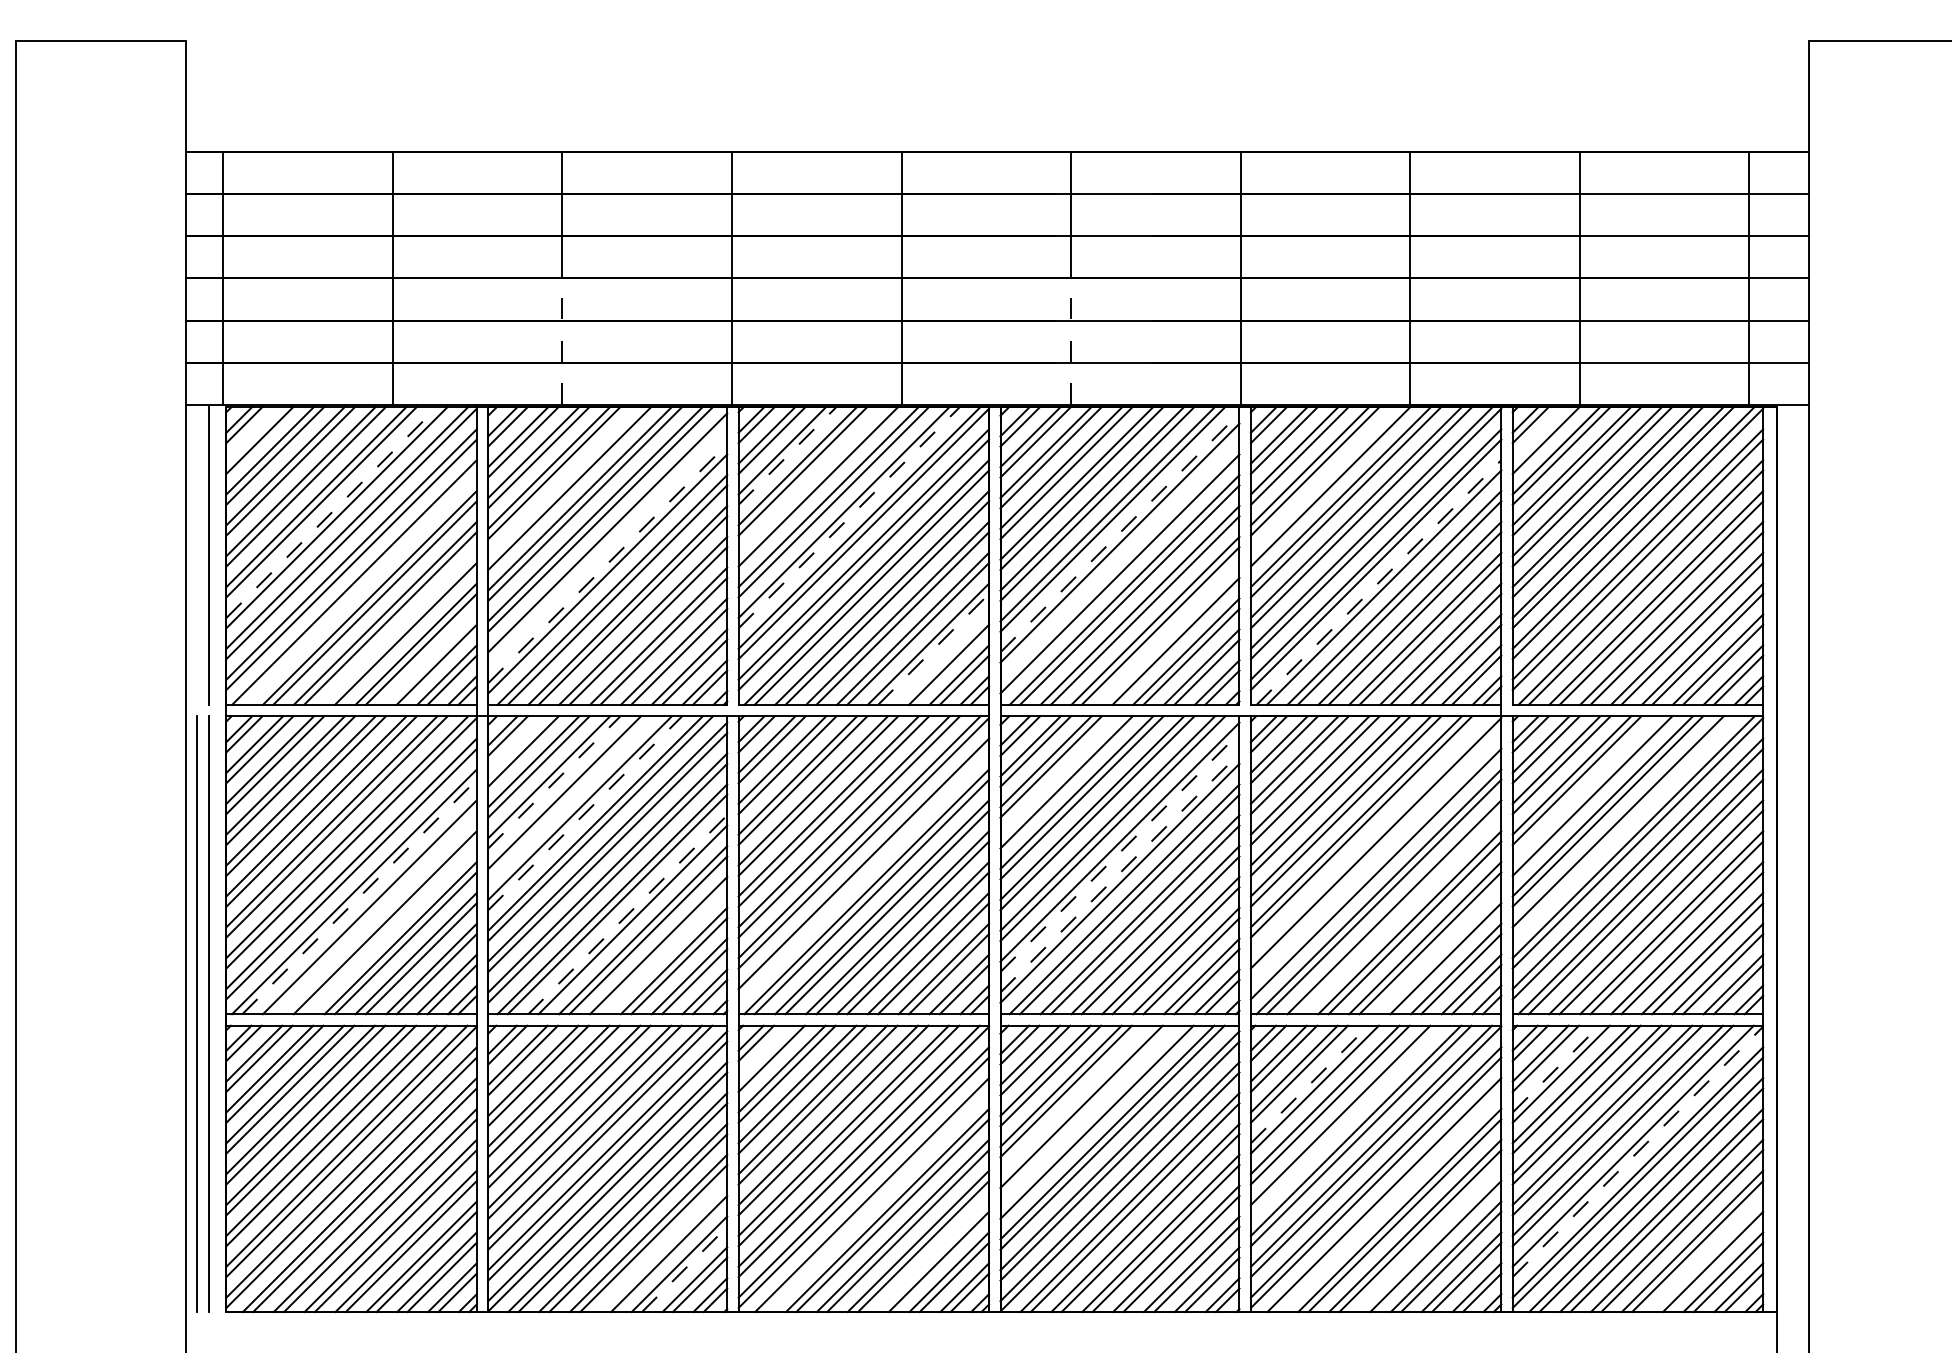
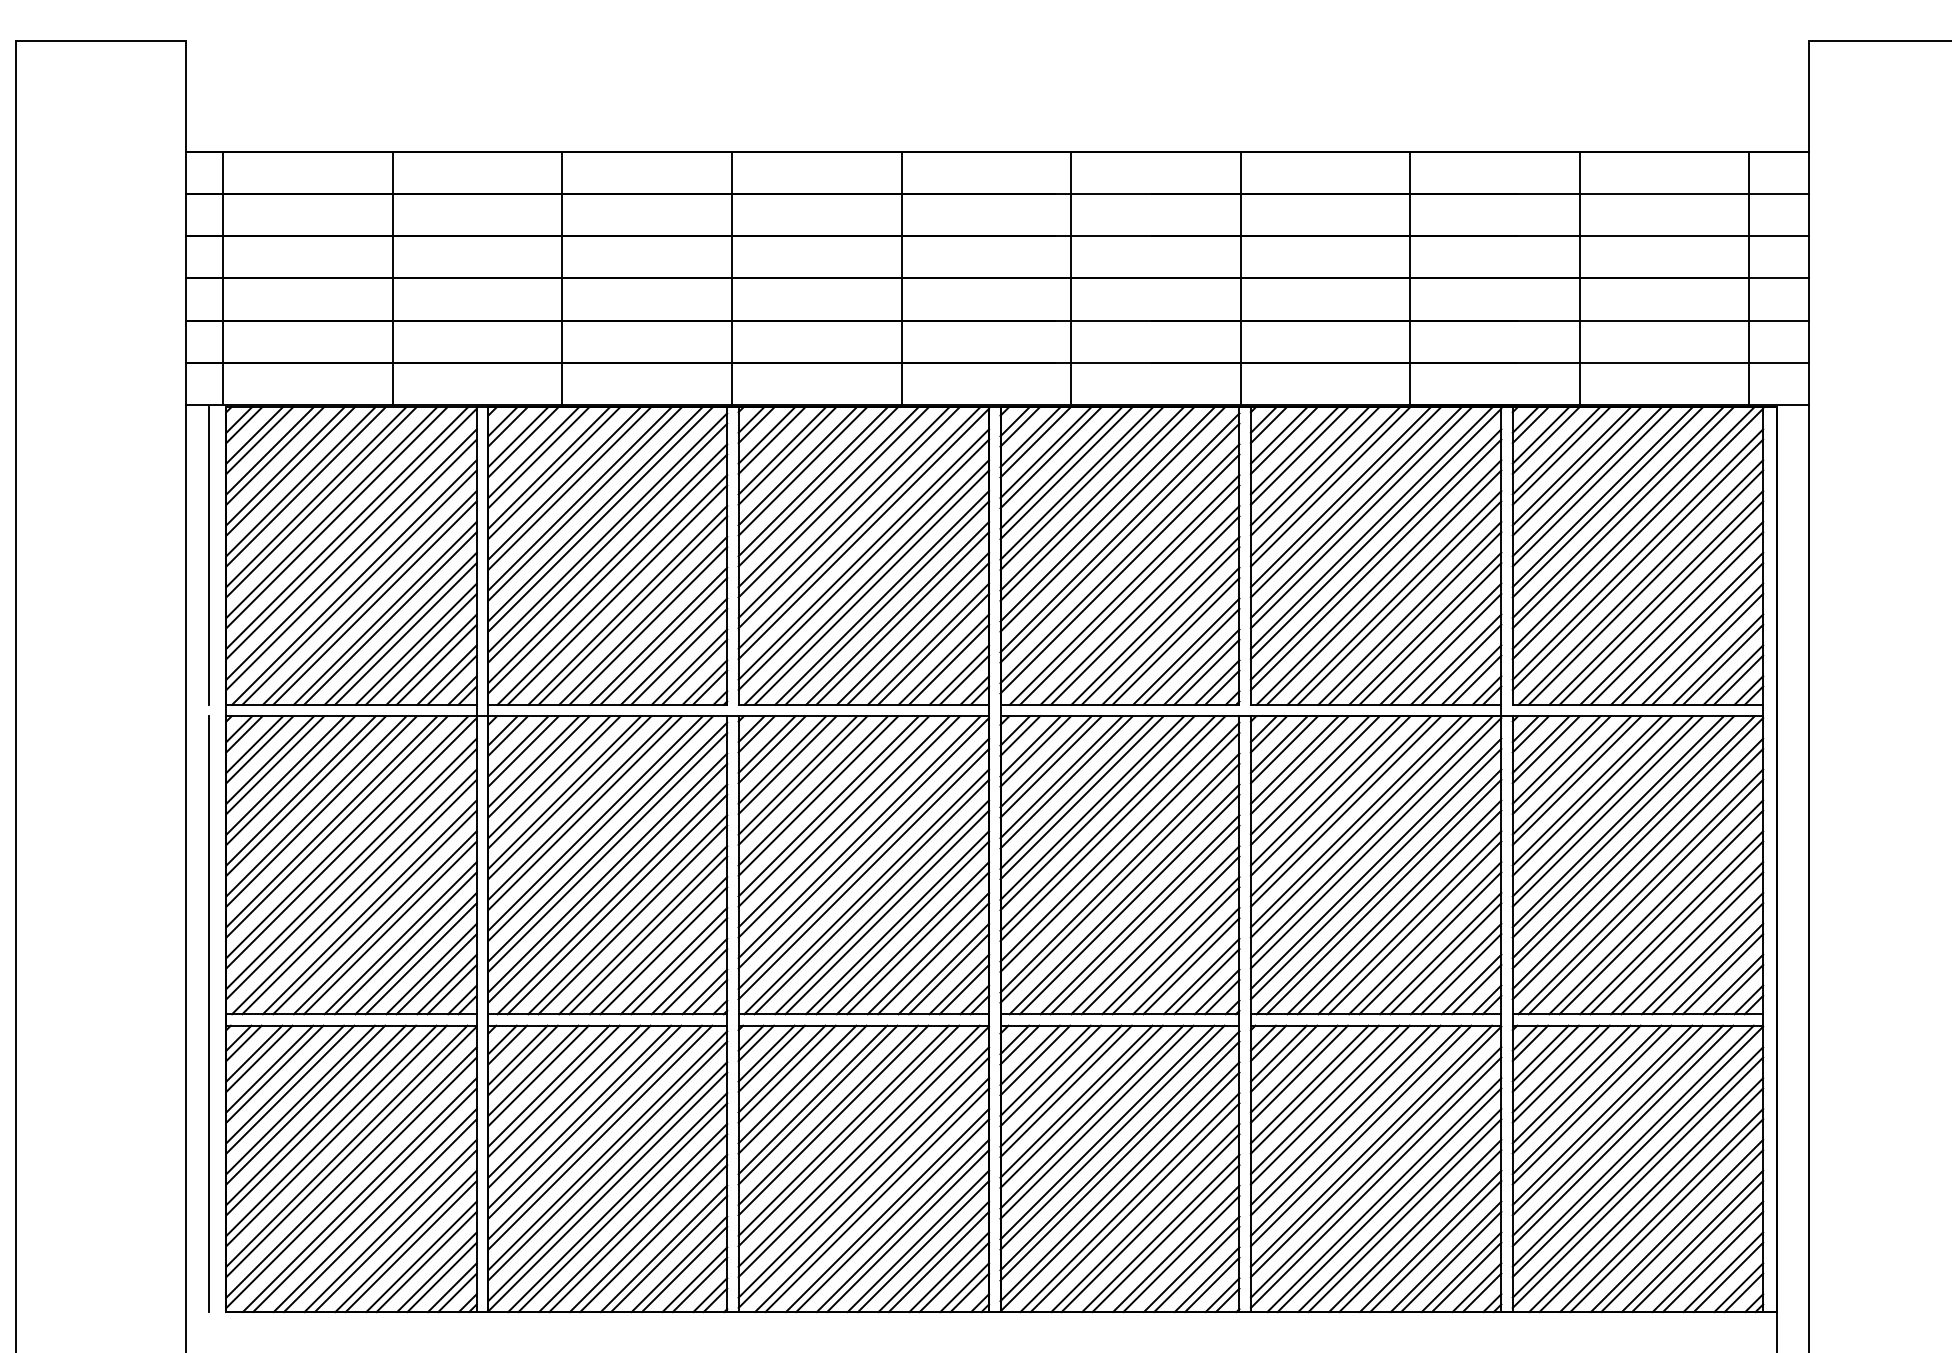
line at (562, 341): dashed -> solid
line at (1071, 341): dashed -> solid
line at (254, 435): none -> present
line at (1540, 435): none -> present
line at (787, 455): dashed -> solid
line at (812, 481): none -> present
line at (1325, 481): none -> present
line at (564, 483): none -> present
line at (332, 512): dashed -> solid
line at (849, 517): dashed -> solid
line at (1119, 532): dashed -> solid
line at (607, 542): none -> present
line at (607, 563): dashed -> solid
line at (1119, 563): none -> present
line at (1379, 582): dashed -> solid
line at (359, 587): none -> present
line at (400, 628): none -> present
line at (1170, 635): none -> present
line at (933, 649): dashed -> solid
line at (431, 659): none -> present
line at (943, 659): none -> present
line at (518, 746): none -> present
line at (1061, 777): none -> present
line at (554, 782): dashed -> solid
line at (1586, 790): none -> present
line at (569, 797): none -> present
line at (585, 812): dashed -> solid
line at (1622, 826): none -> present
line at (1371, 837): none -> present
line at (1119, 852): dashed -> solid
line at (1375, 863): none -> present
line at (863, 873): none -> present
line at (1119, 873): dashed -> solid
line at (359, 897): dashed -> solid
line at (374, 912): none -> present
line at (1399, 912): none -> present
line at (627, 914): dashed -> solid
line at (390, 927): none -> present
line at (663, 950): none -> present
line at (1440, 953): none -> present
line at (196, 1013): present -> none
line at (766, 1053): none -> present
line at (1556, 1068): dashed -> solid
line at (1310, 1084): dashed -> solid
line at (1076, 1101): none -> present
line at (1091, 1116): none -> present
line at (1345, 1120): none -> present
line at (1638, 1151): dashed -> solid
line at (877, 1200): none -> present
line at (1389, 1200): none -> present
line at (1430, 1241): none -> present
line at (663, 1248): none -> present
line at (933, 1256): none -> present
line at (1707, 1256): none -> present
line at (684, 1269): dashed -> solid
